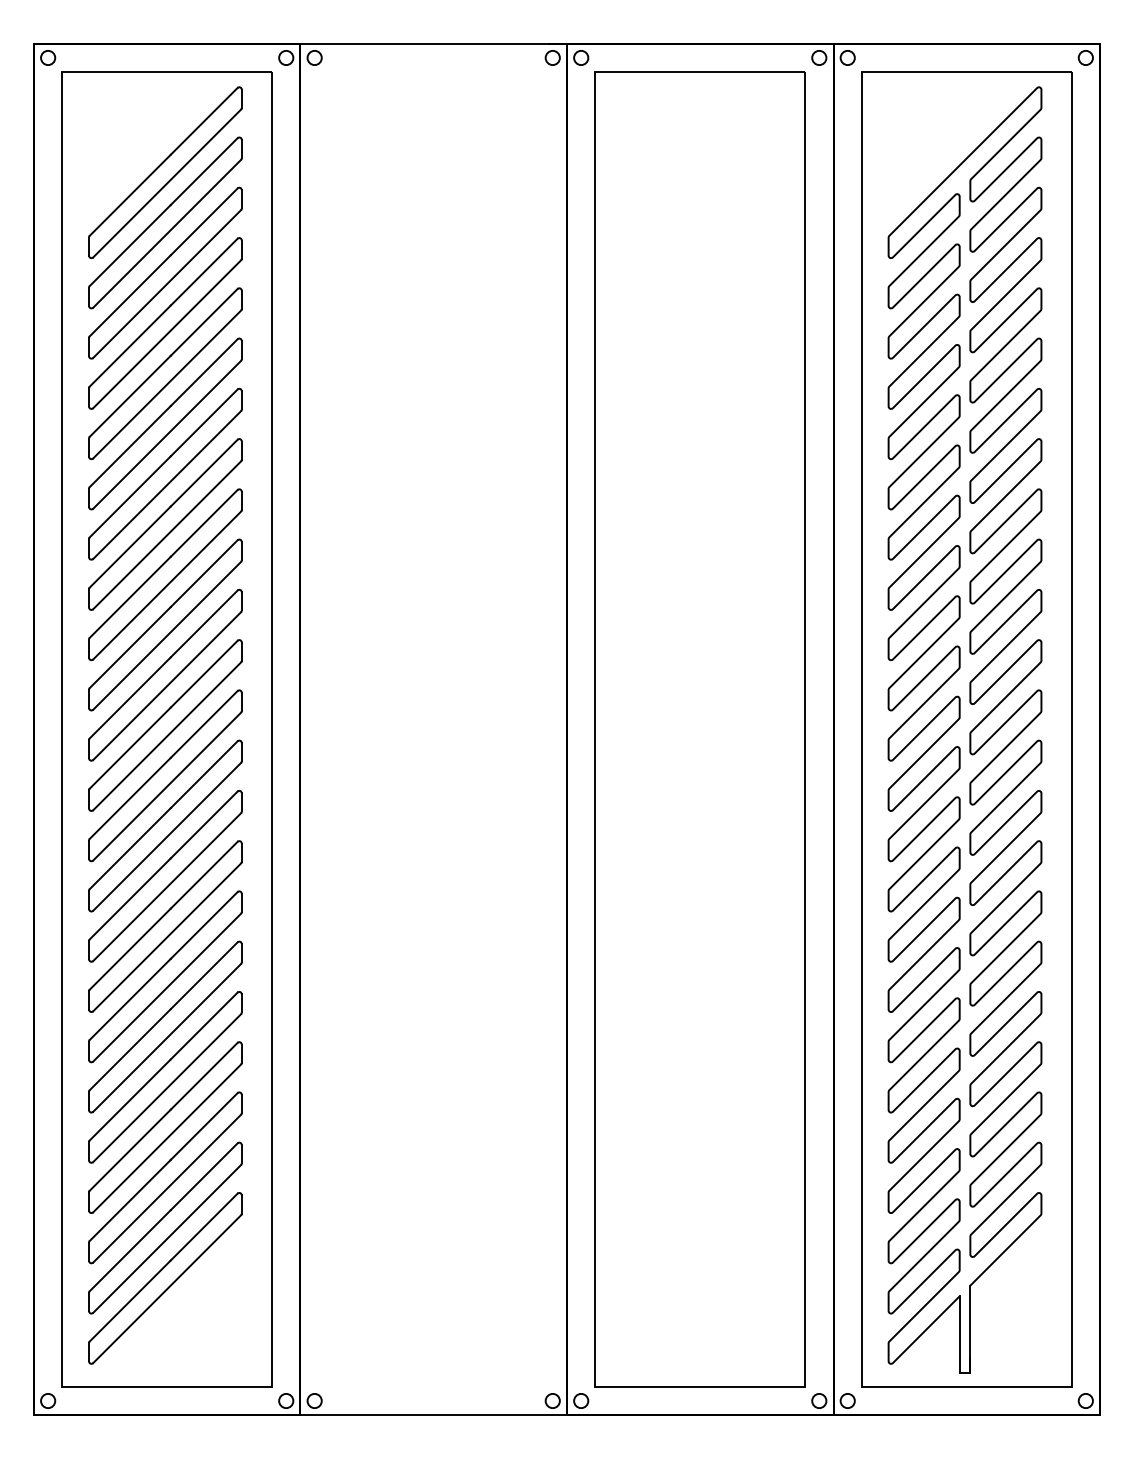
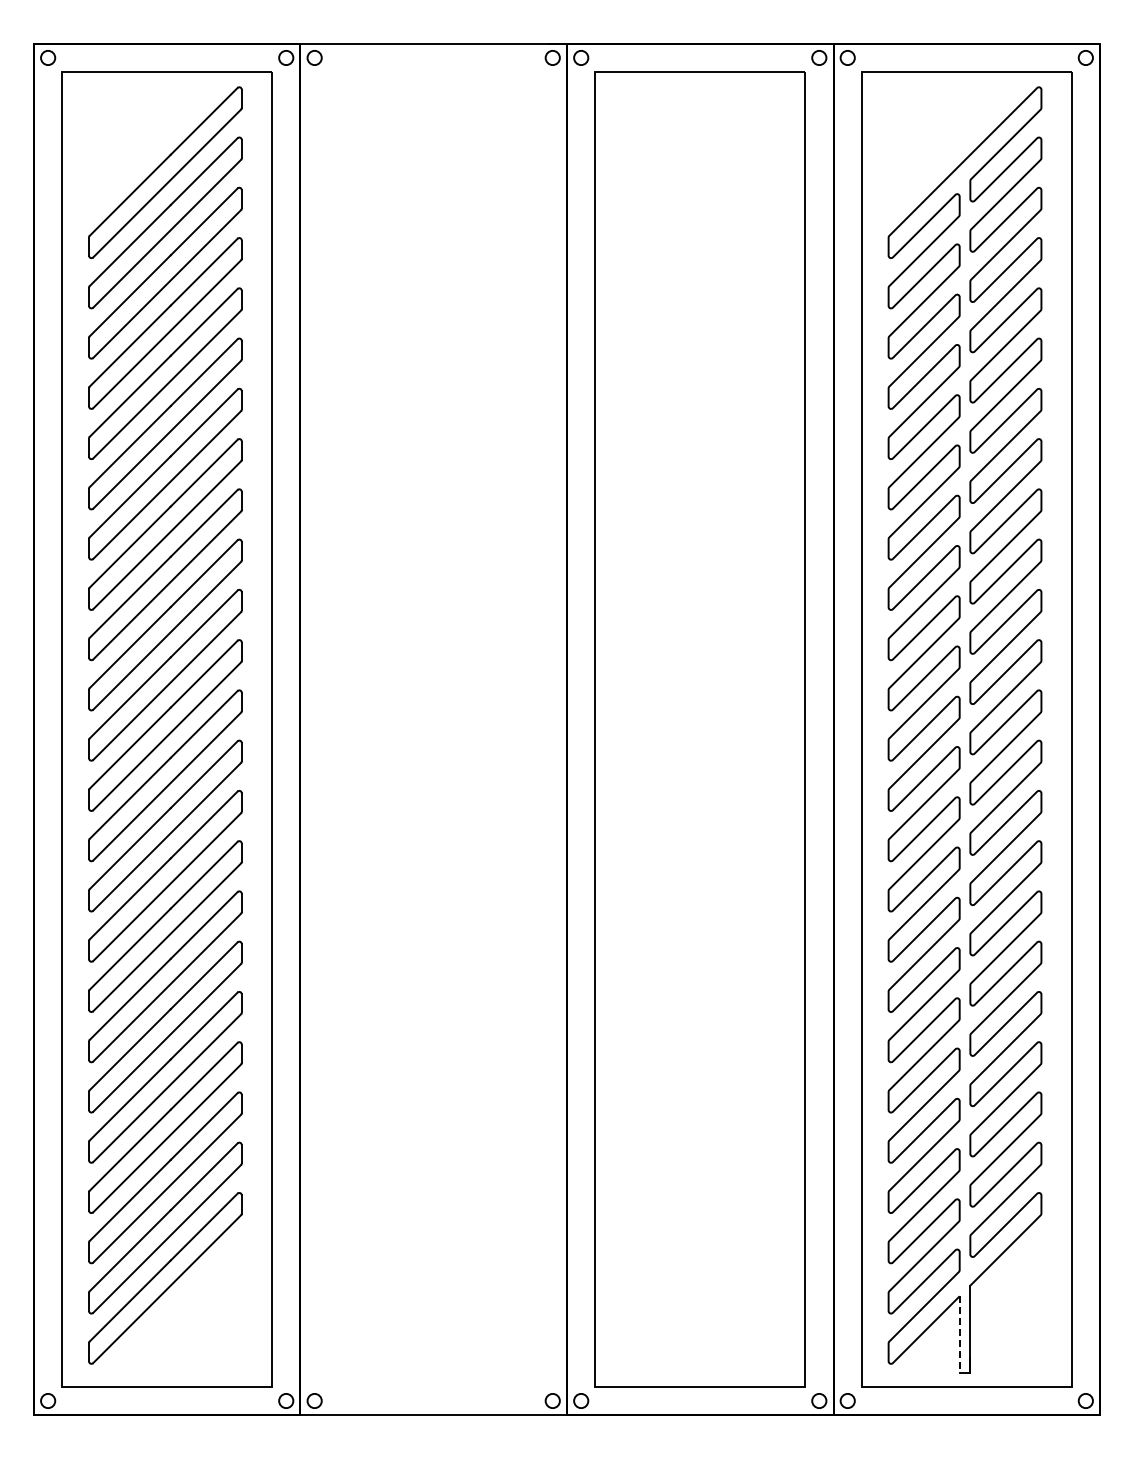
line at (959, 1334): solid -> dashed
